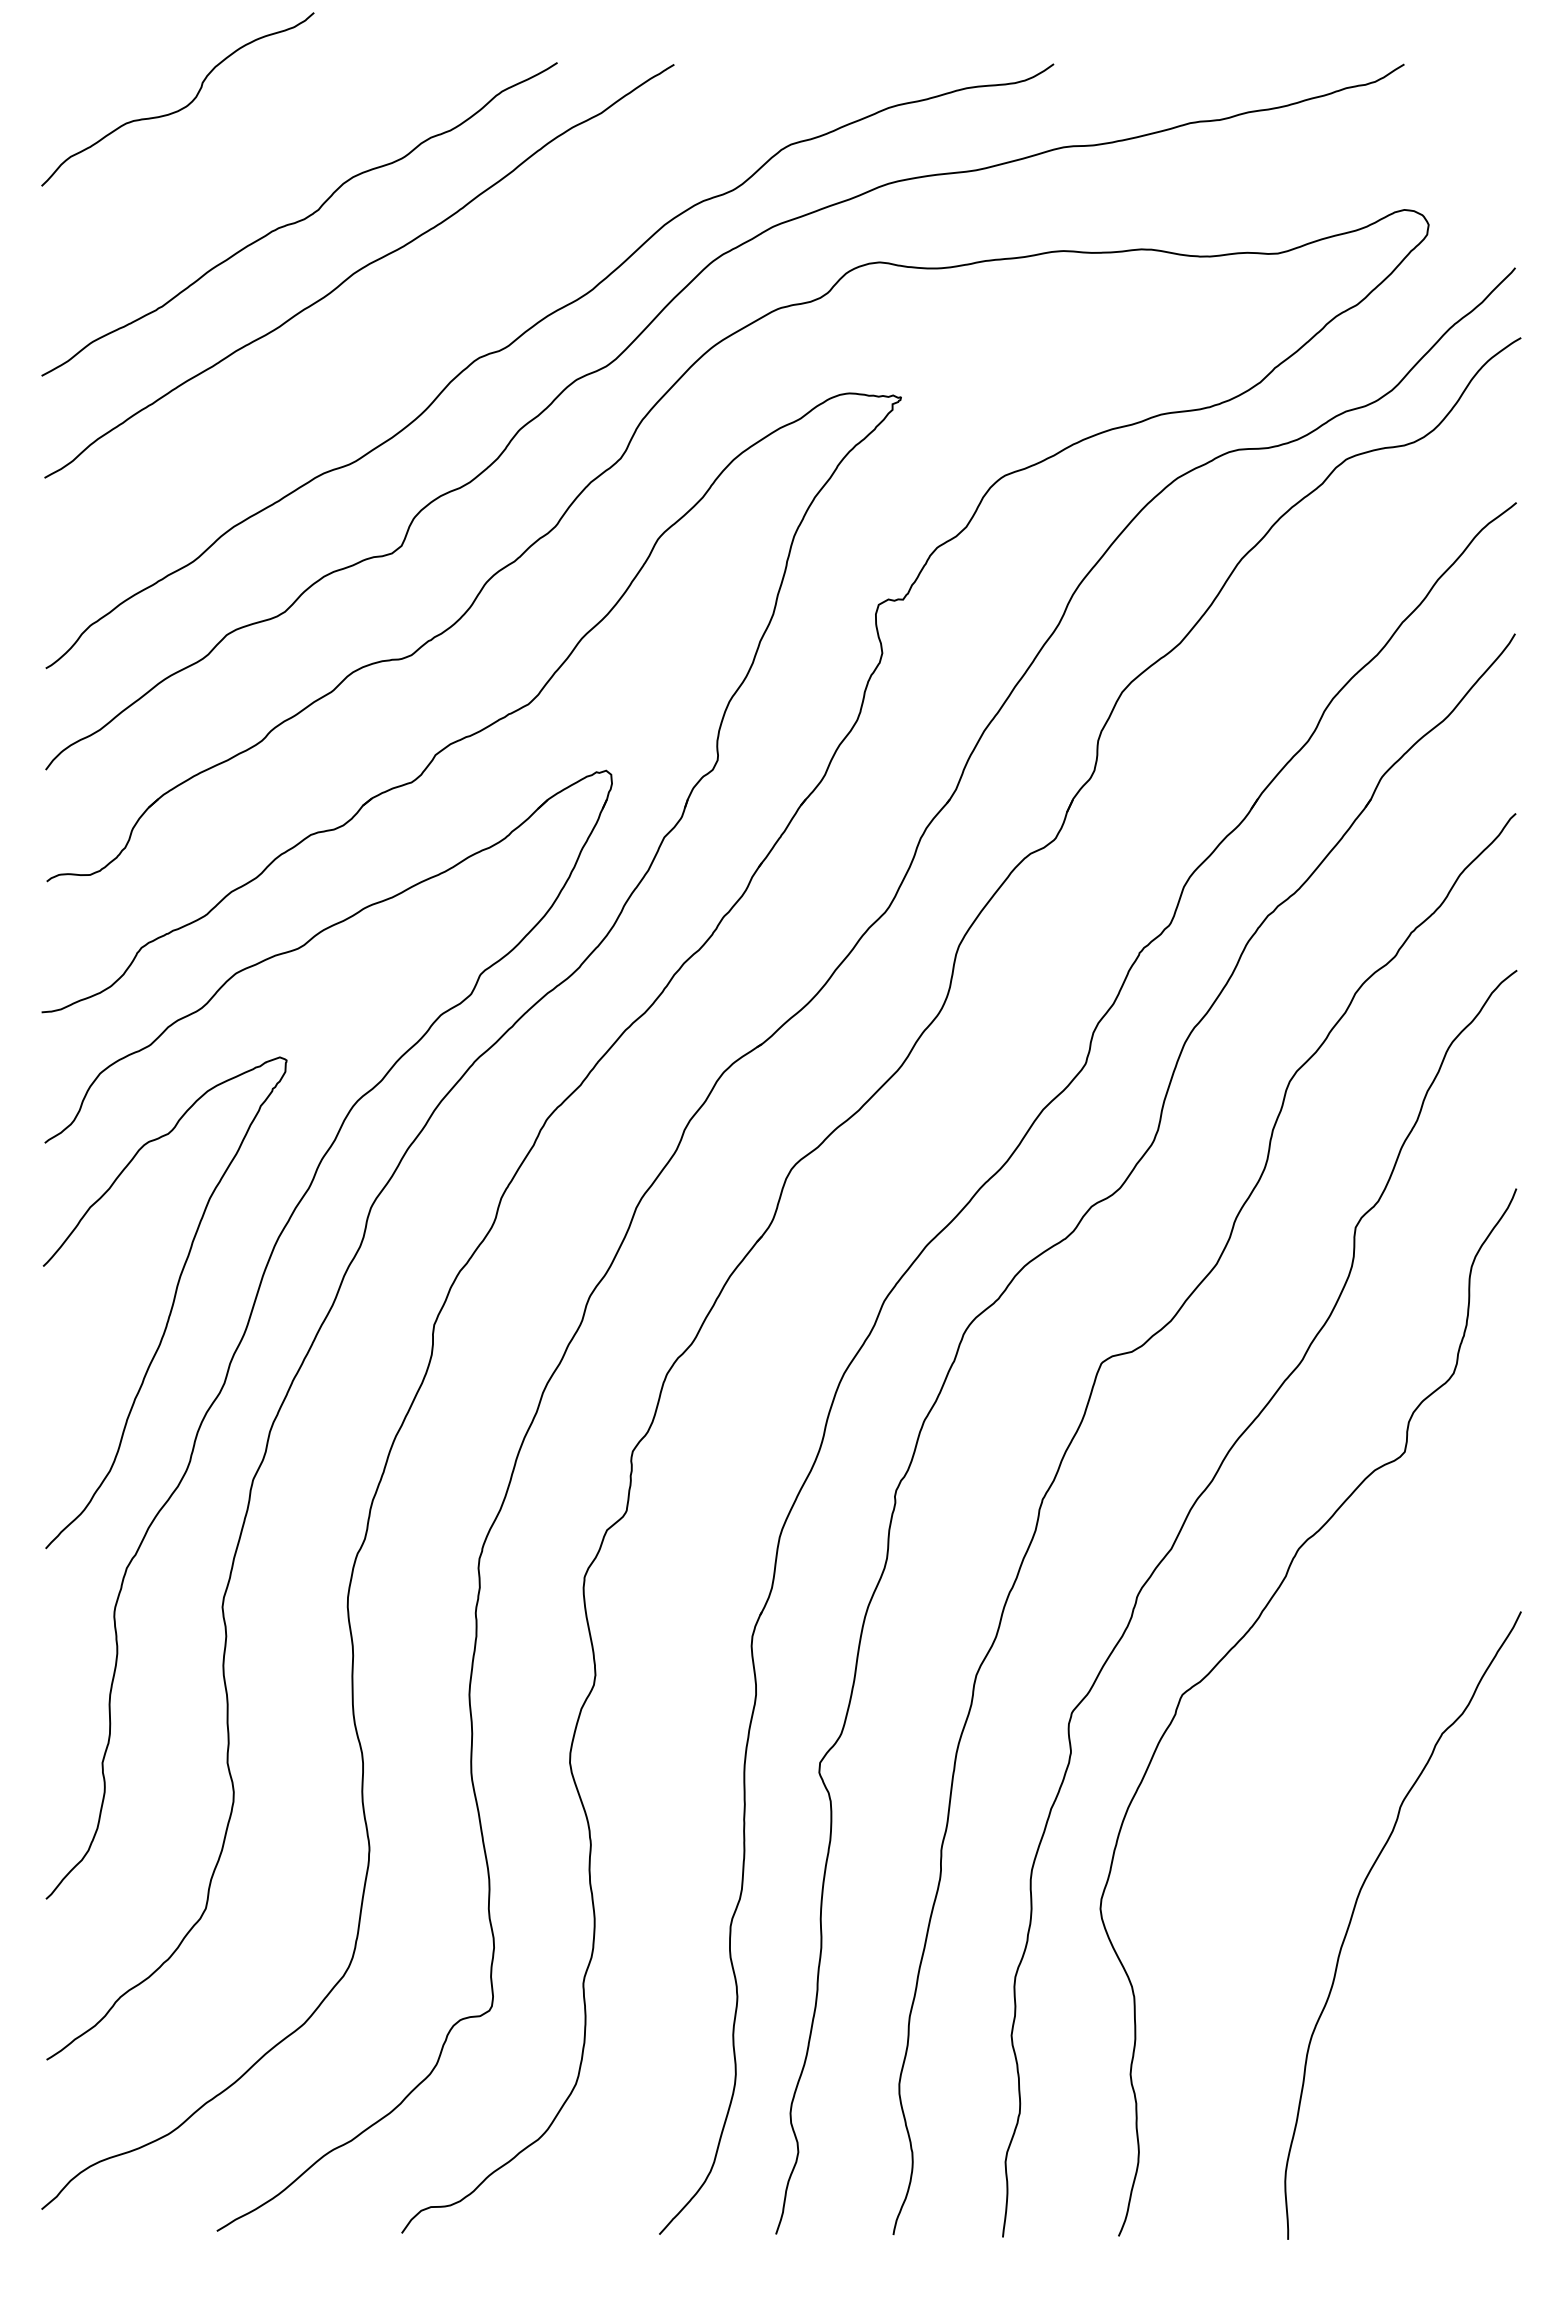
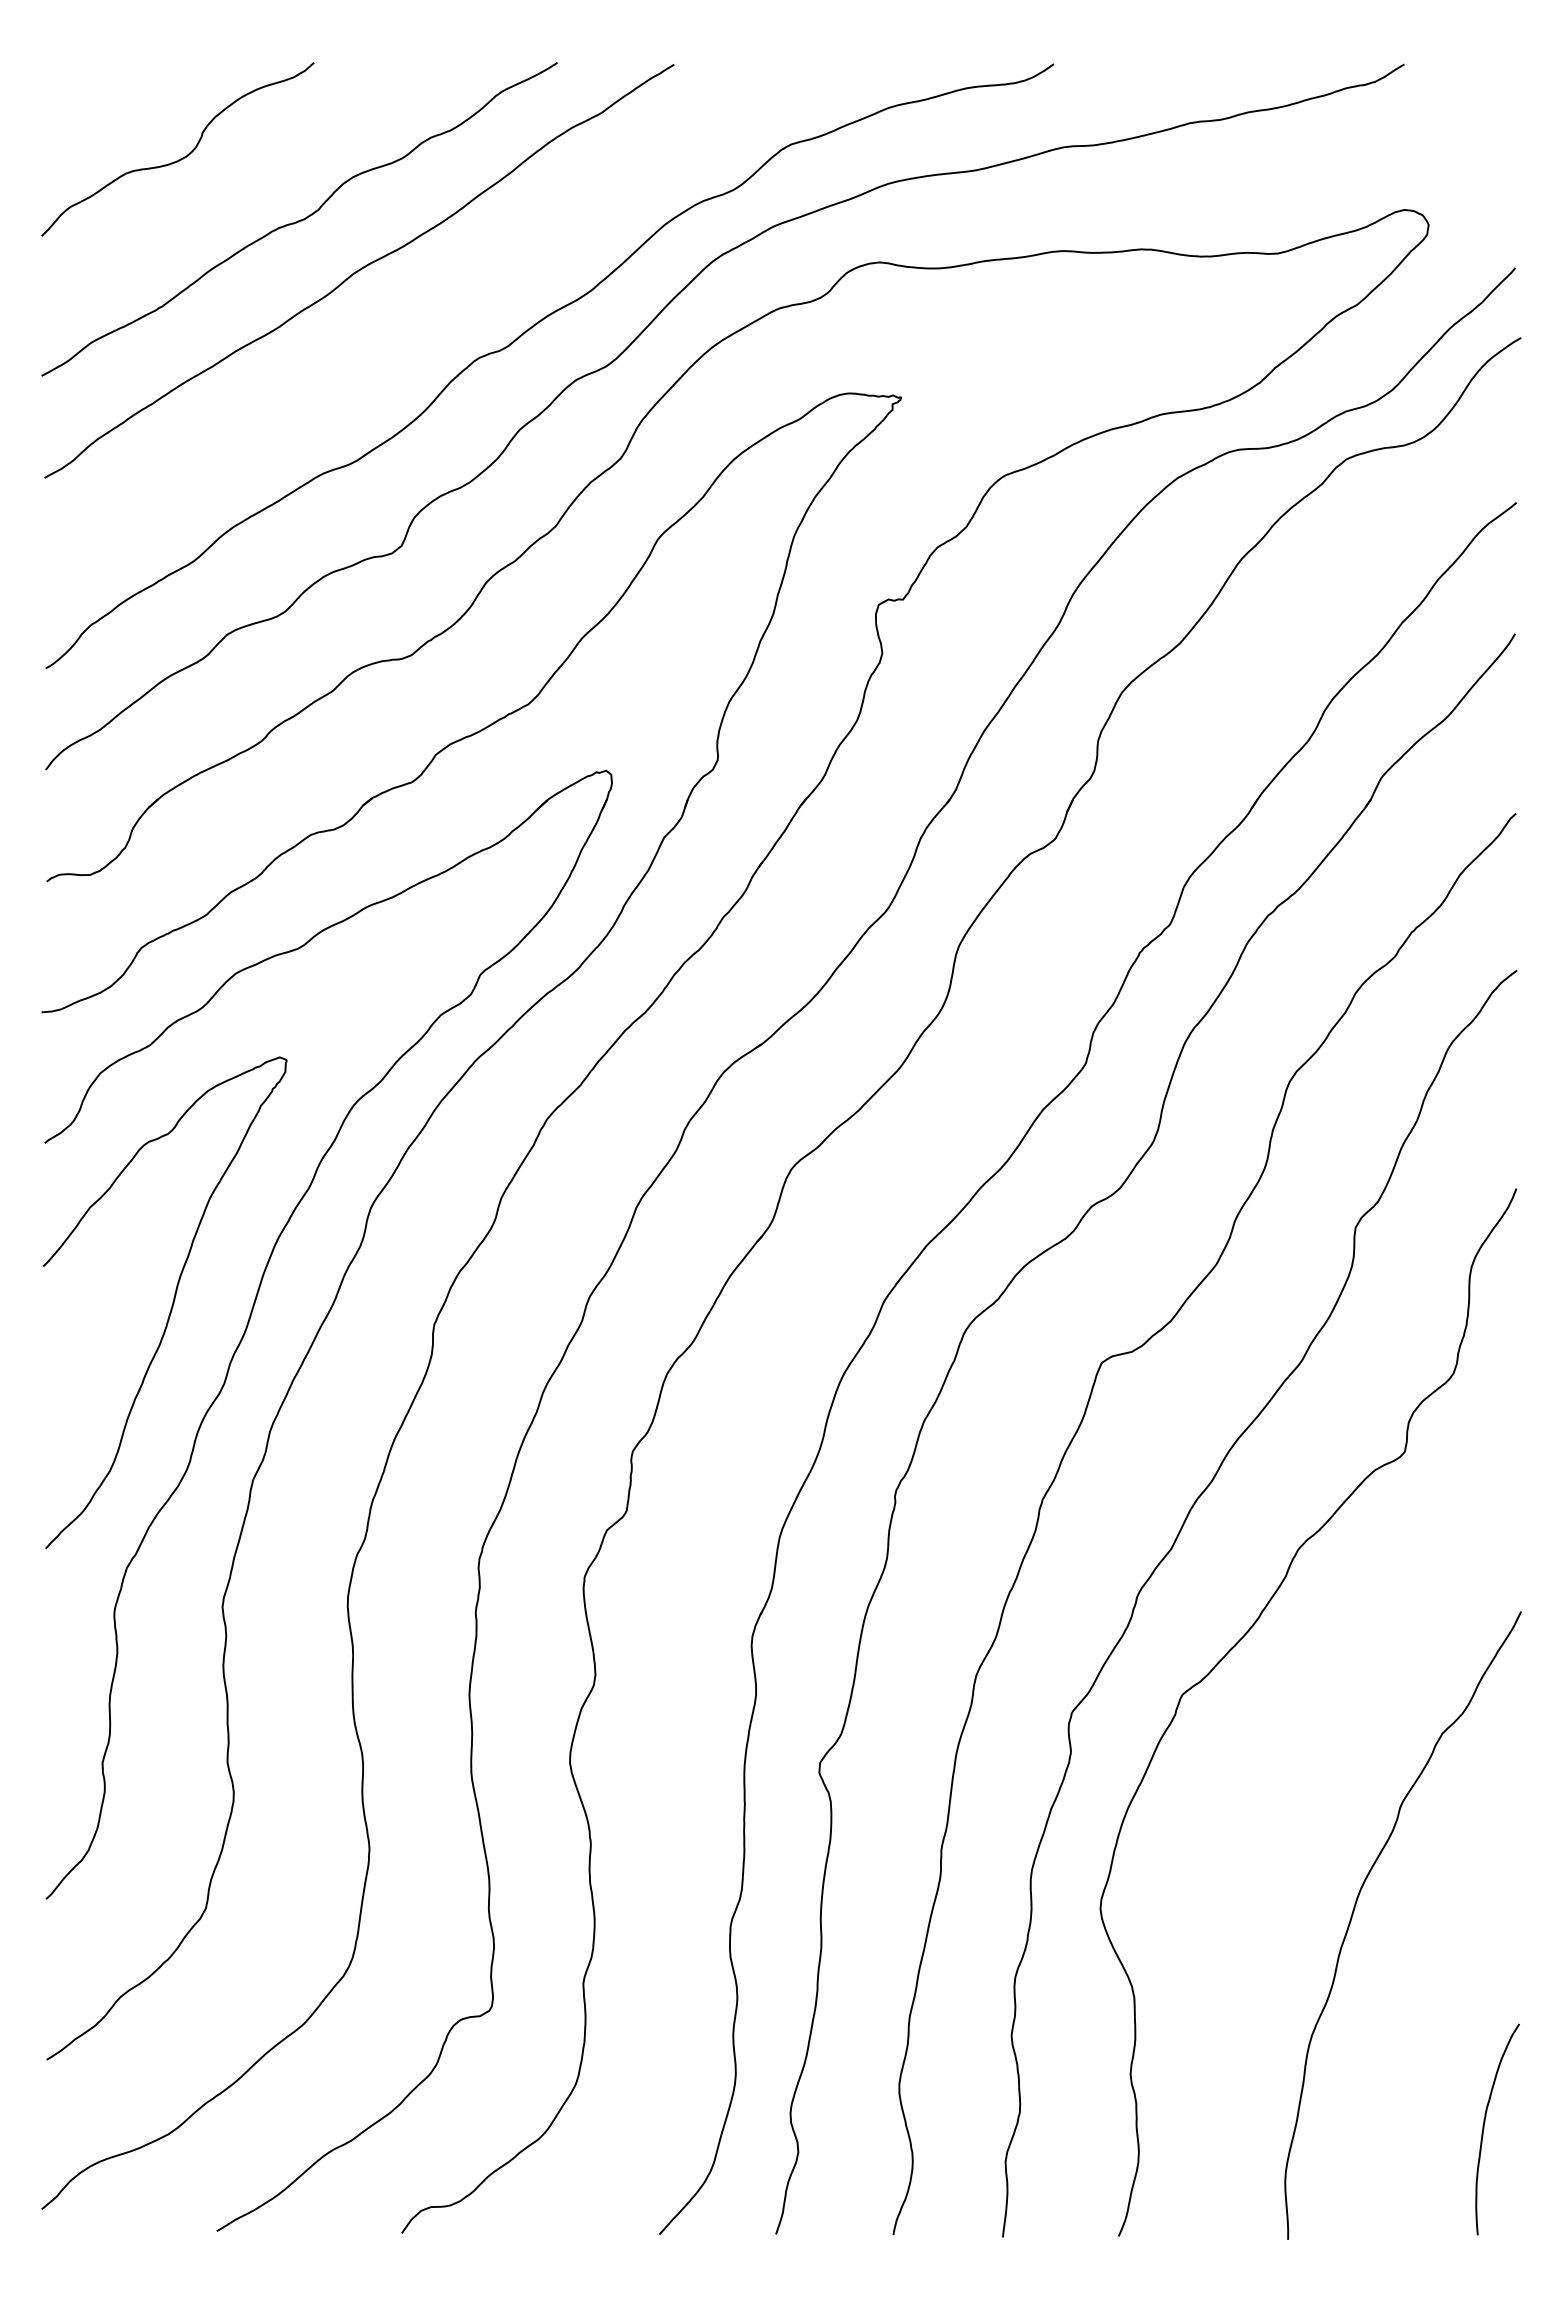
curve at (182, 107) position: (182, 107) -> (182, 157)
curve at (1484, 2129): none -> present
